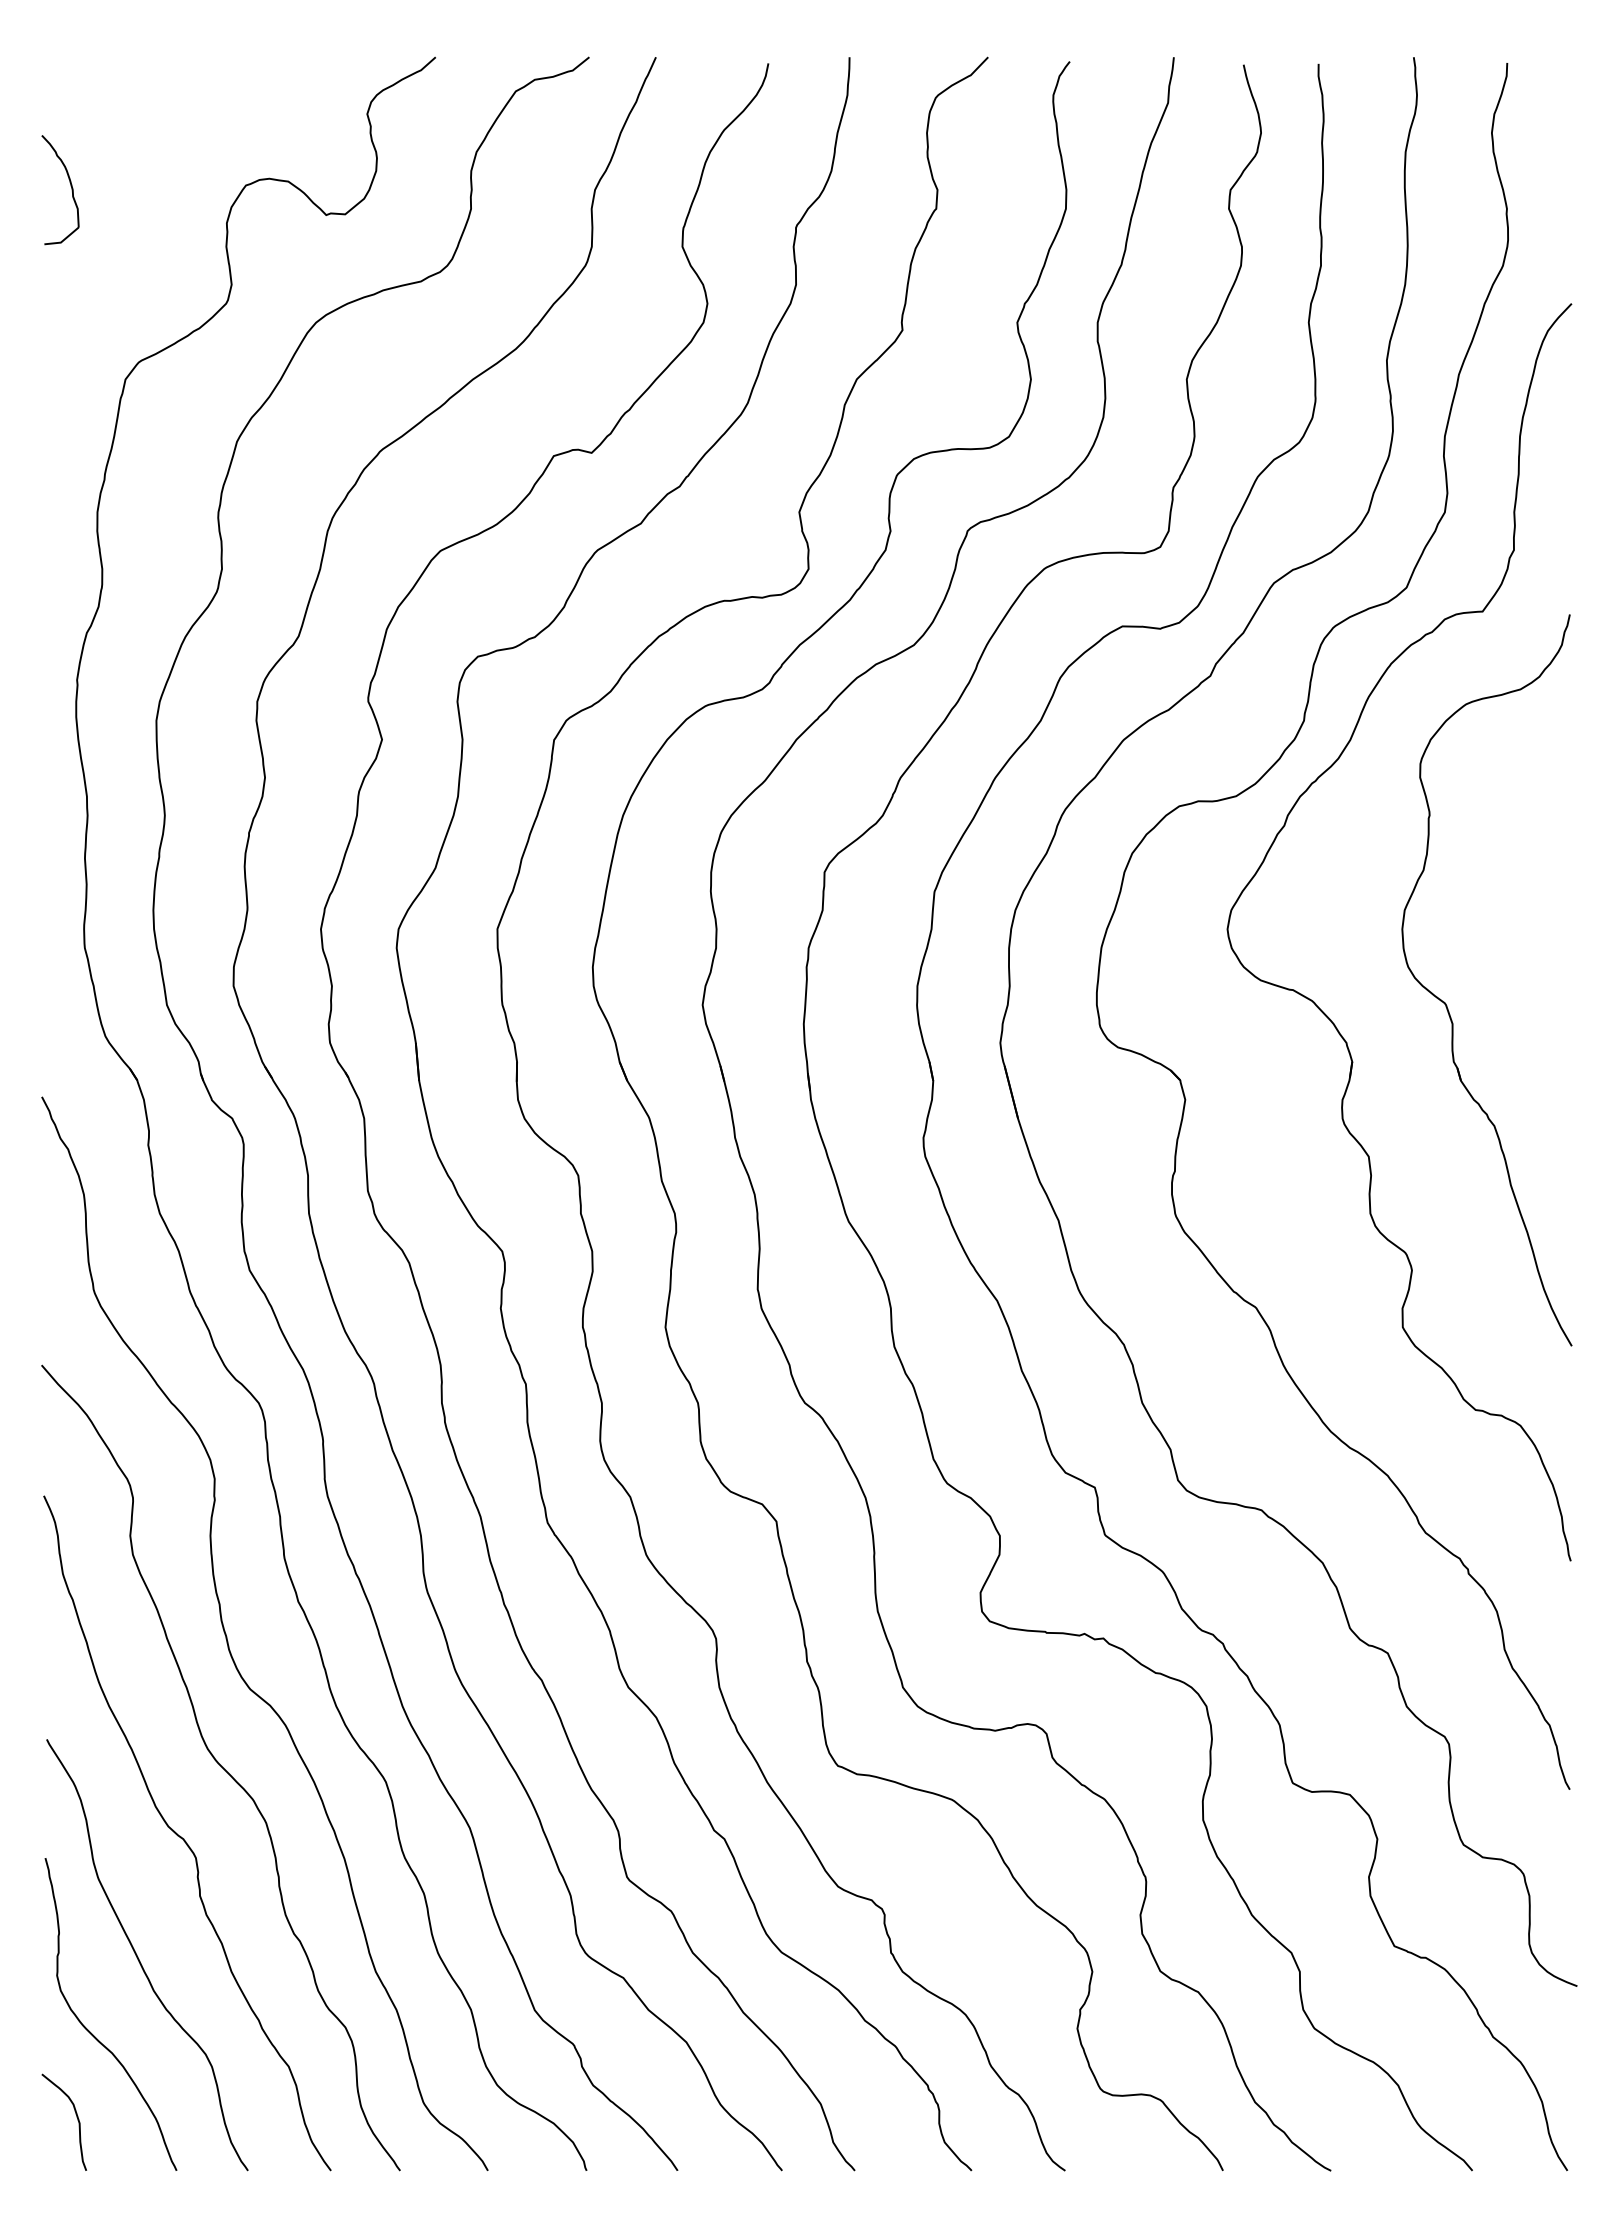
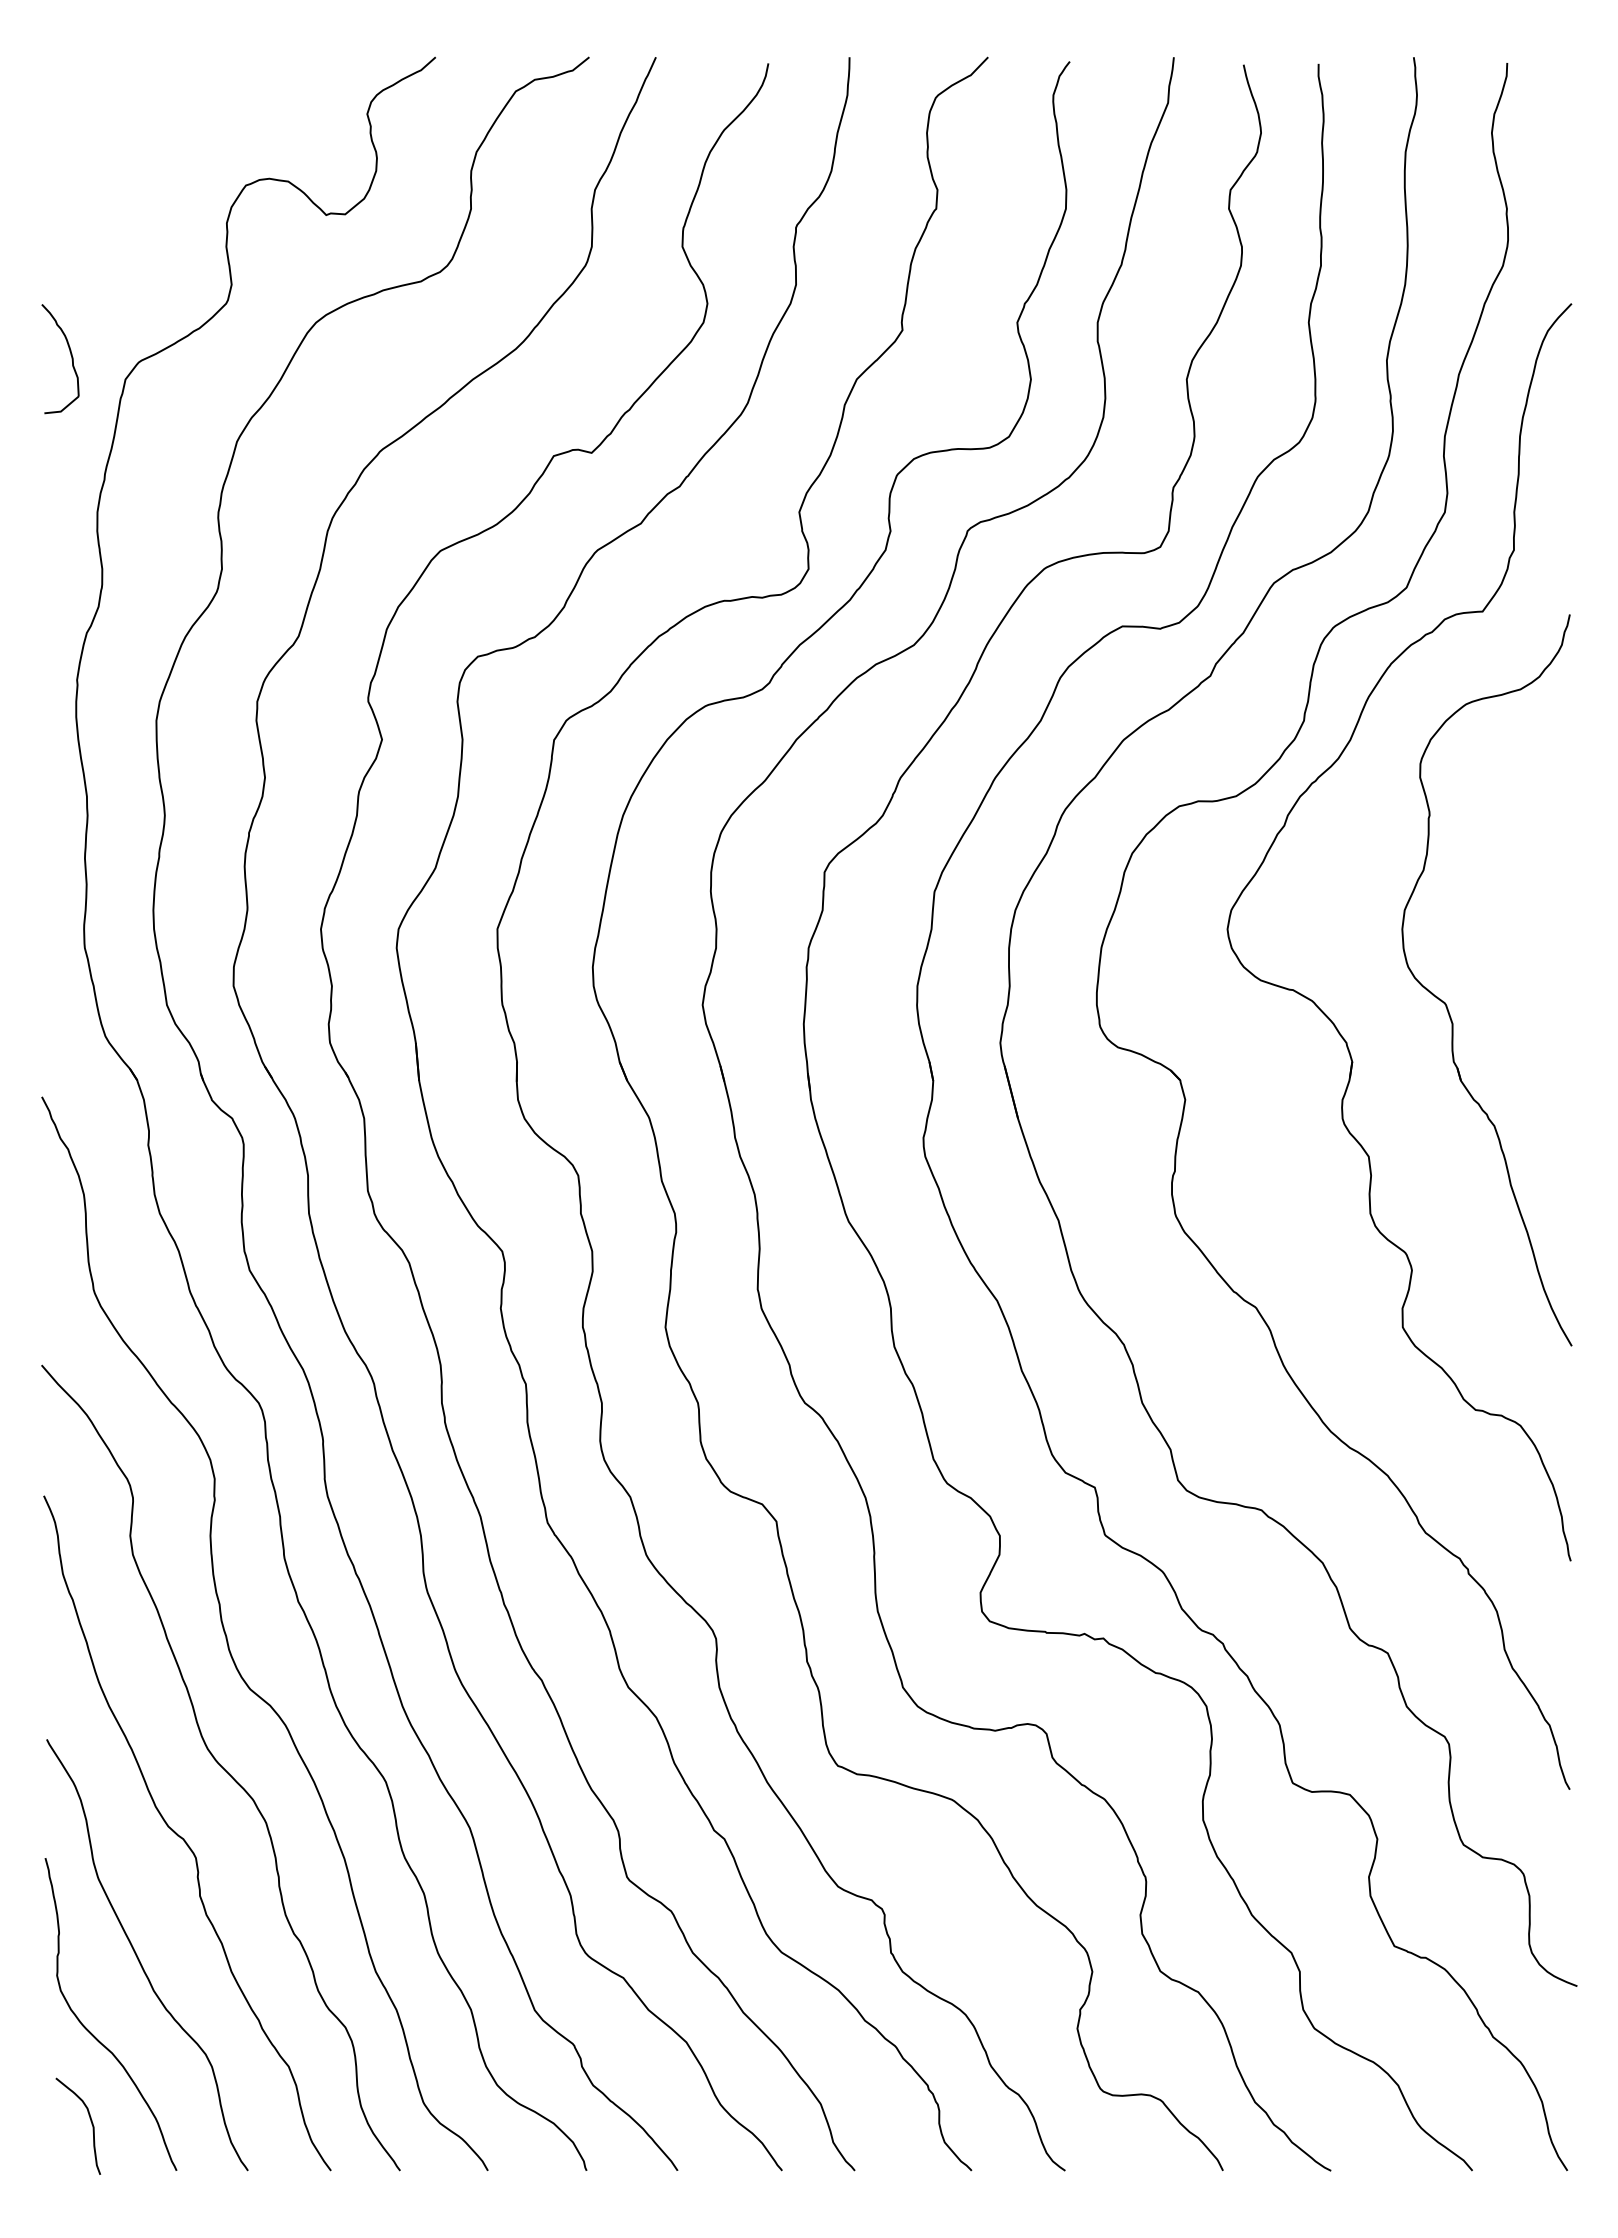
curve at (70, 186) position: (70, 186) -> (70, 355)
curve at (76, 2117) position: (76, 2117) -> (90, 2121)
